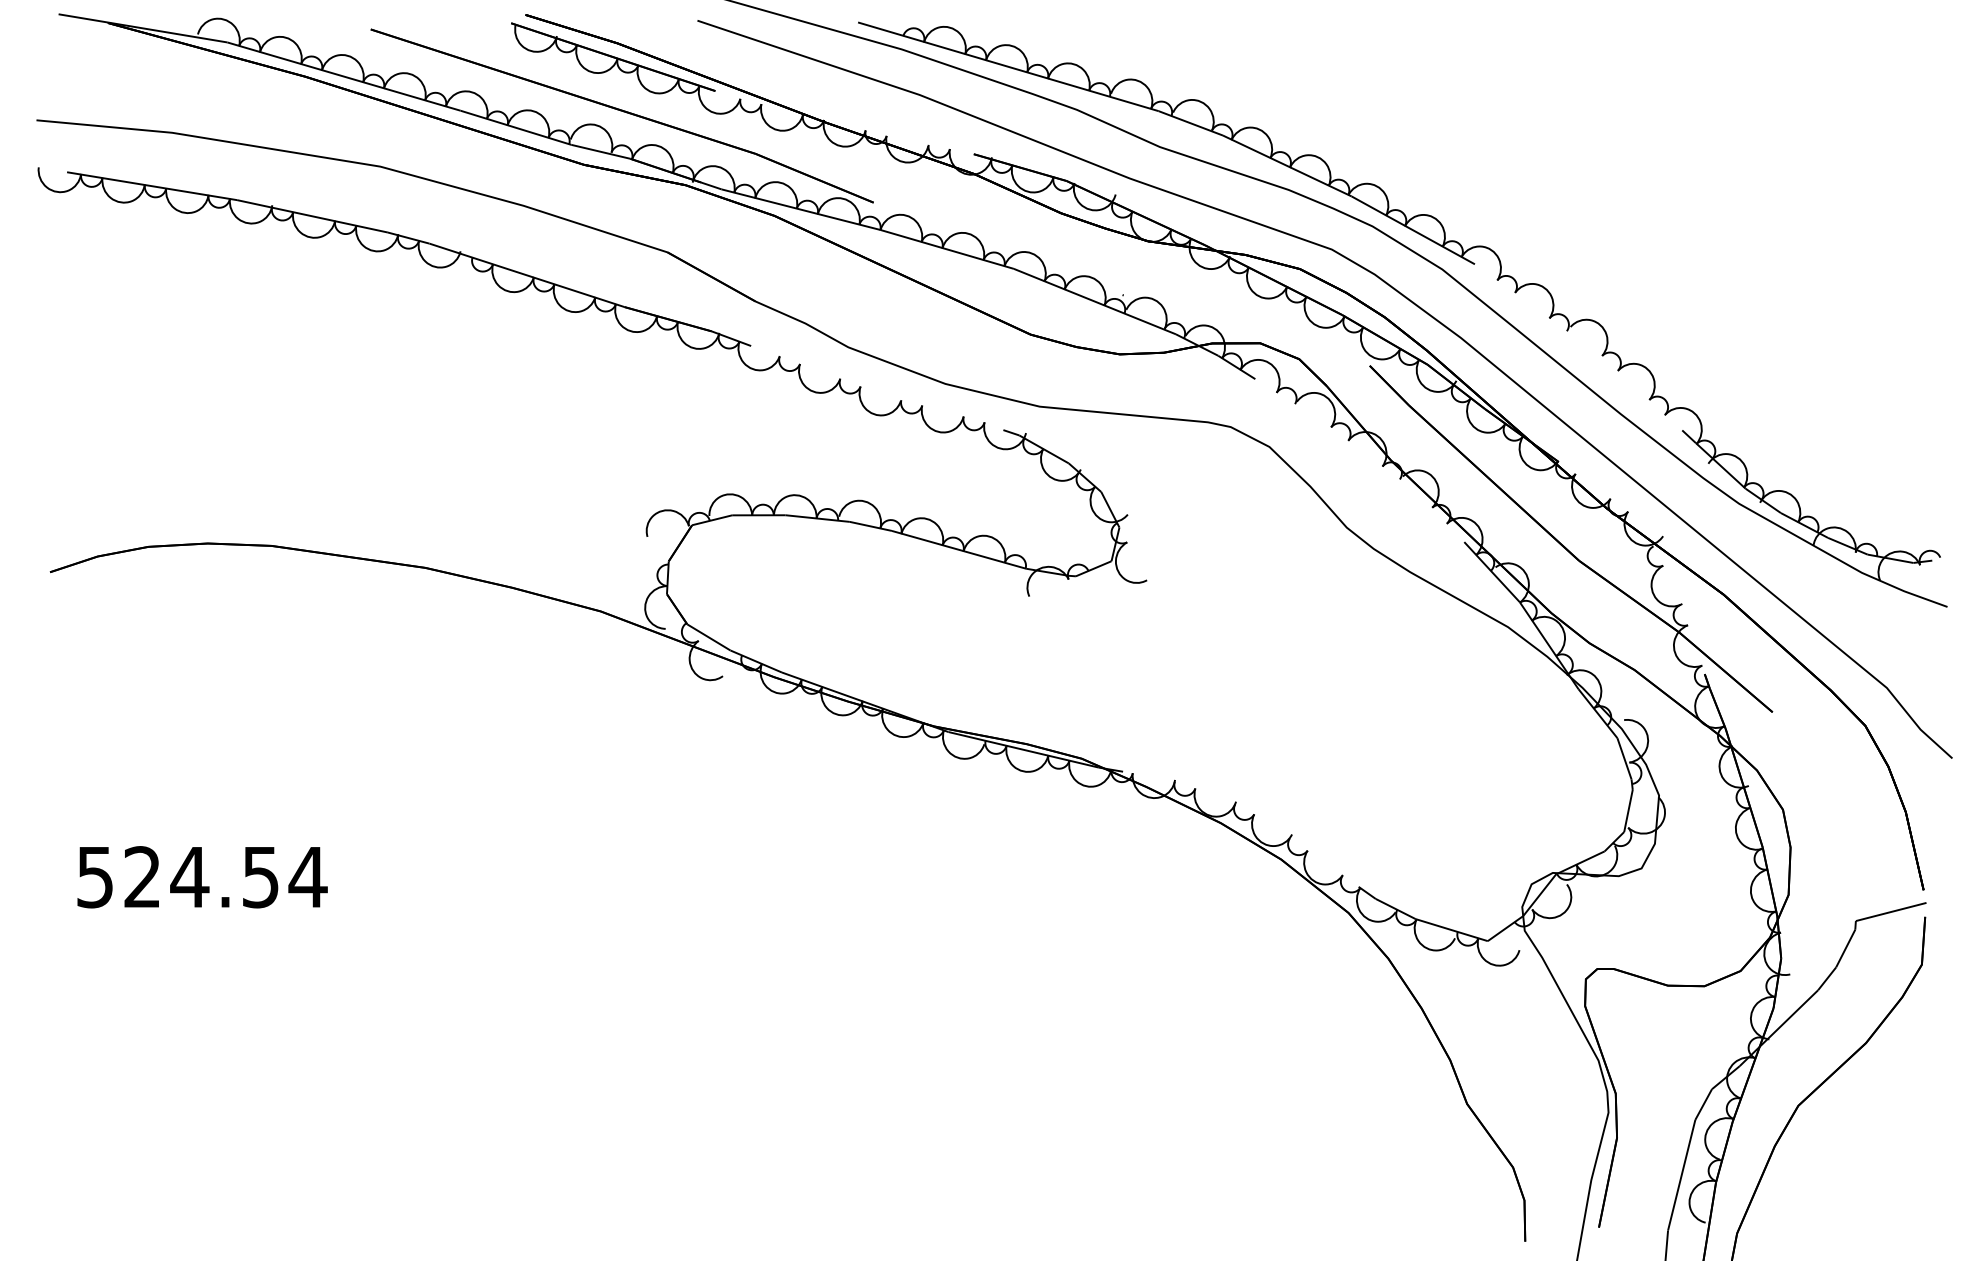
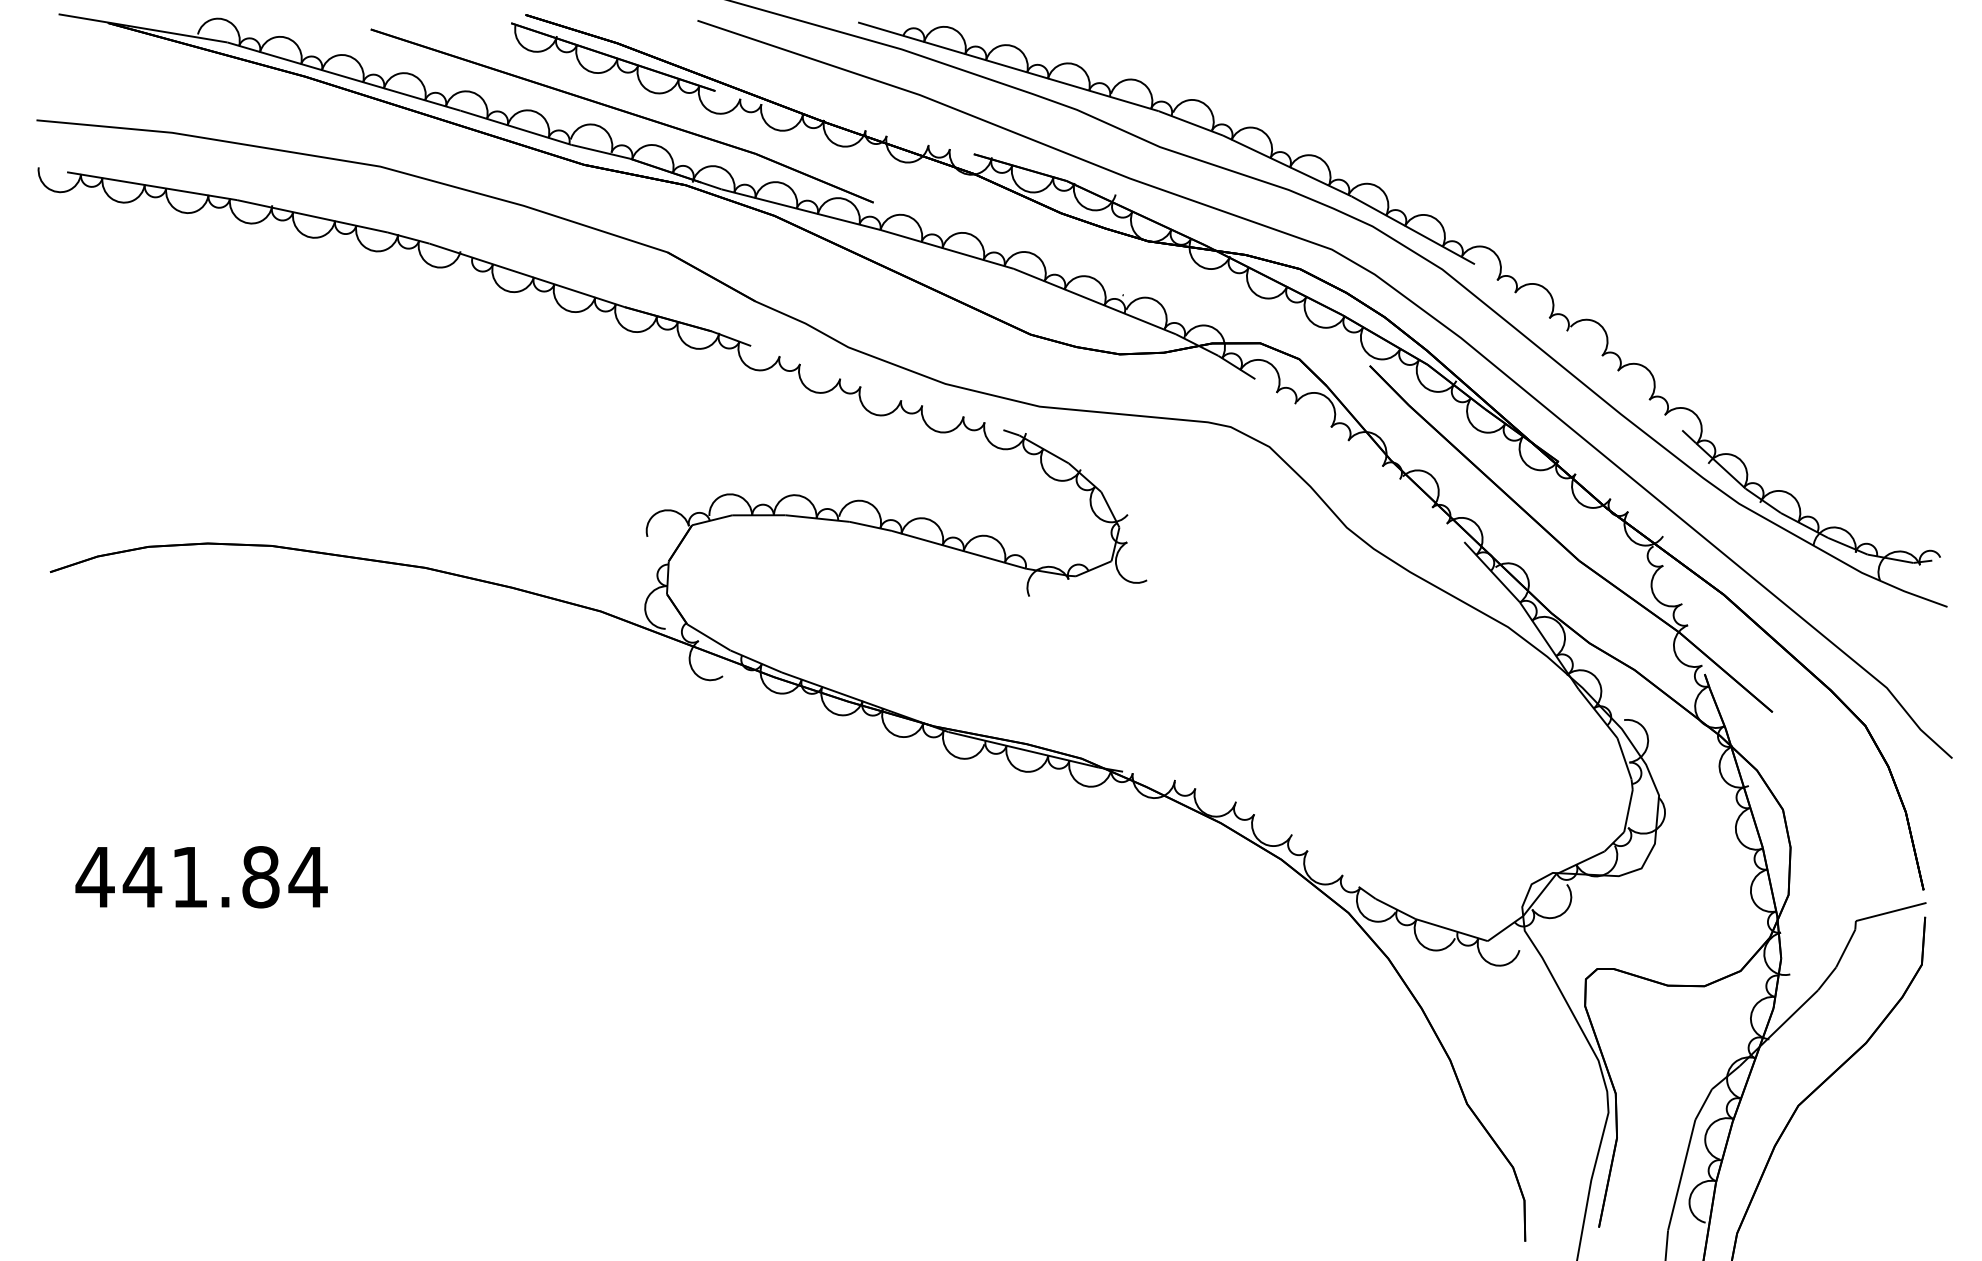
text at (177, 877): 524.54 -> 441.84
